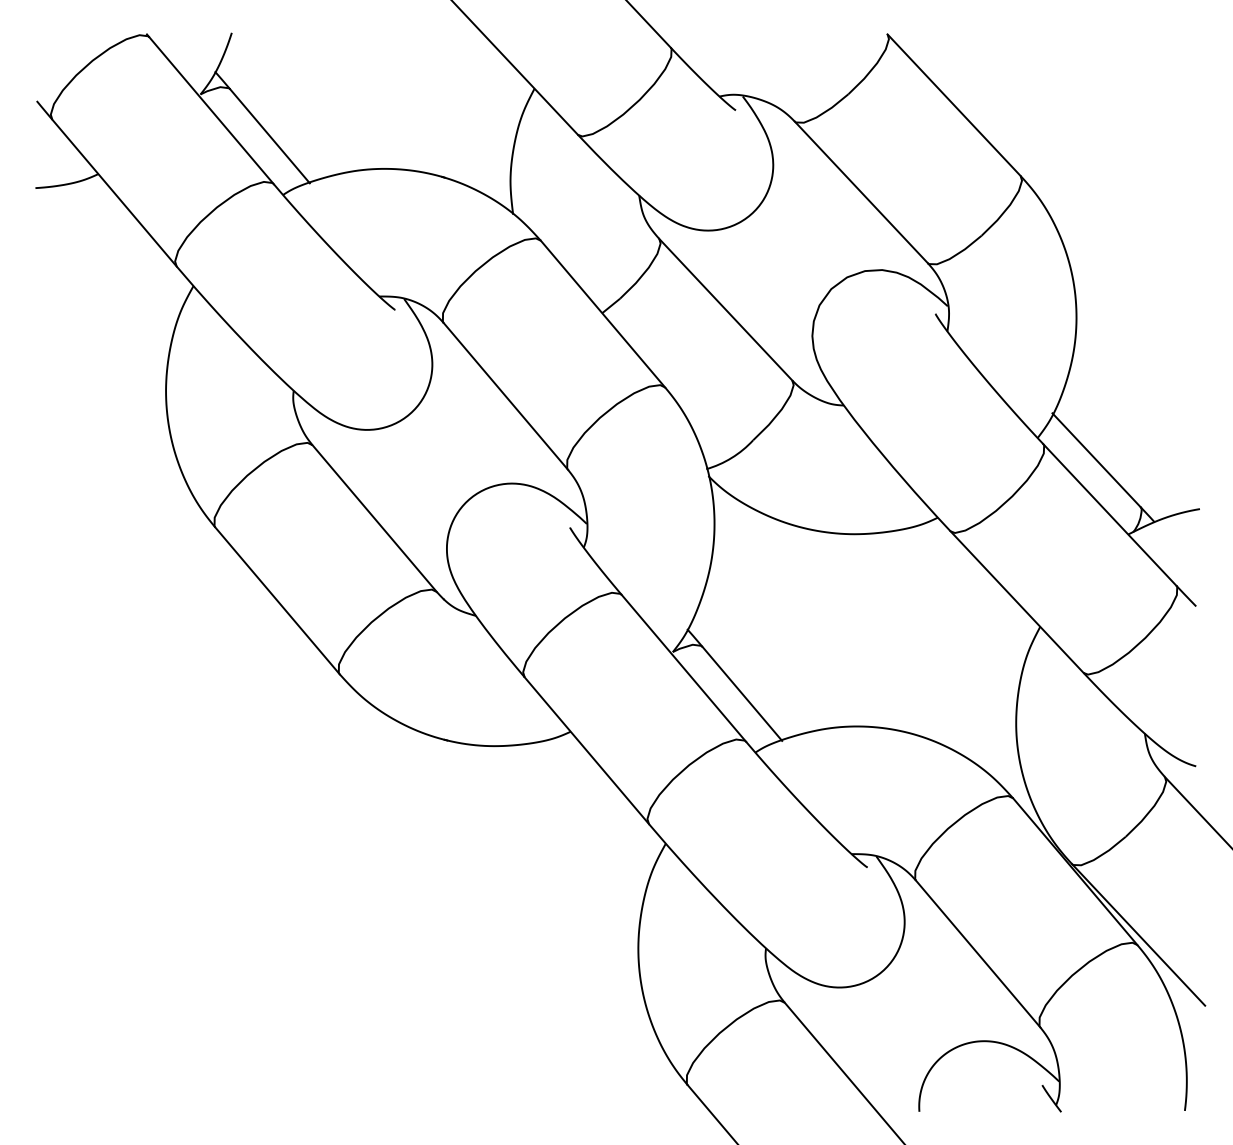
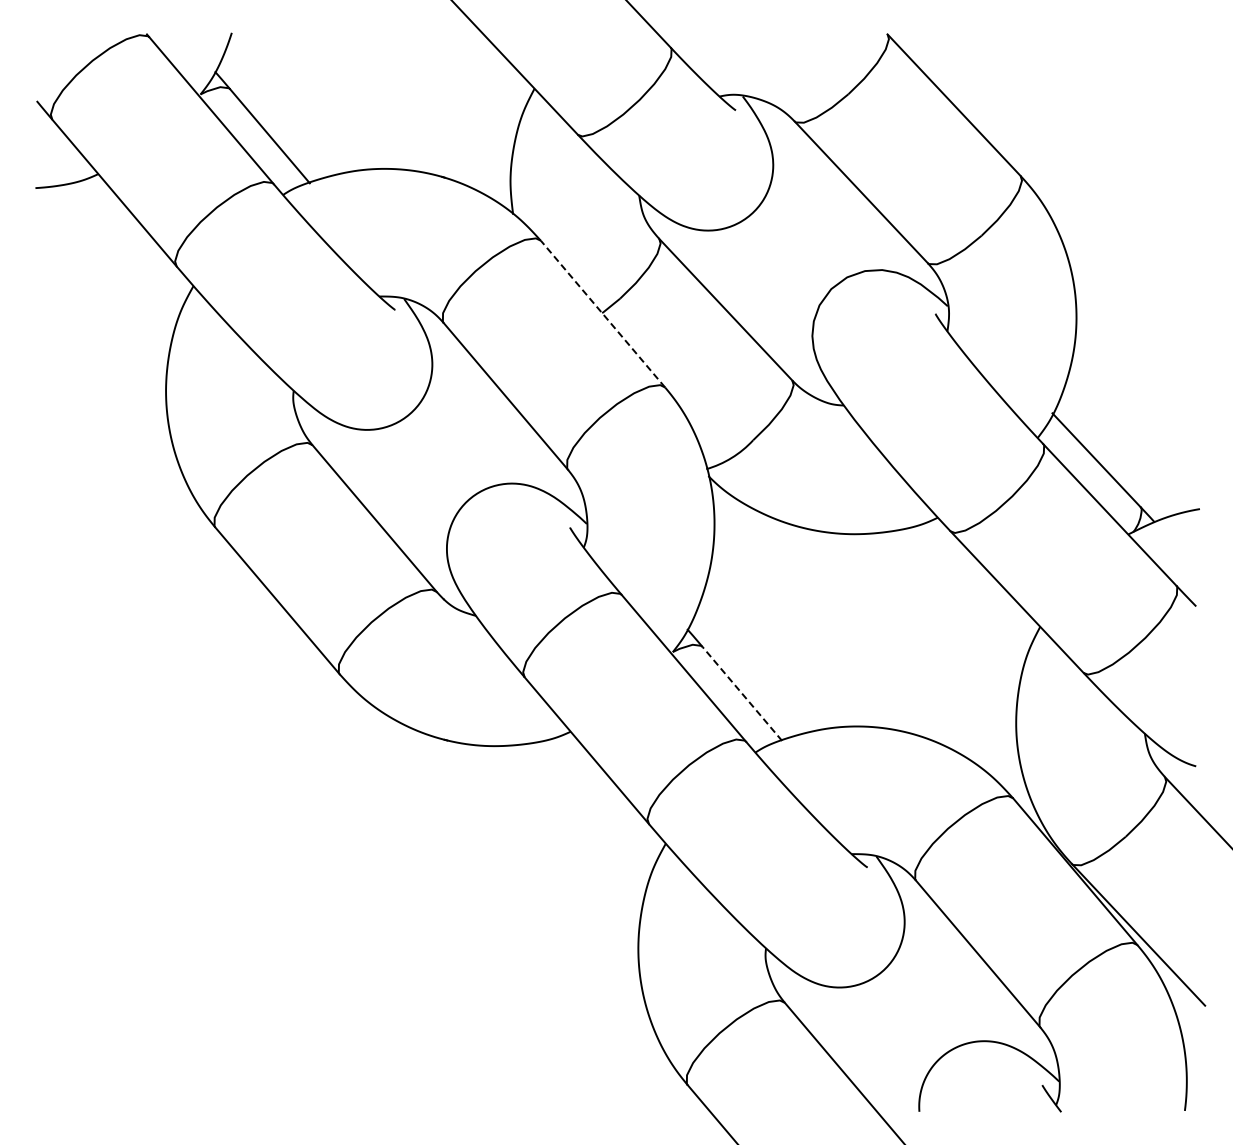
line at (602, 313): solid -> dashed
line at (742, 693): solid -> dashed
